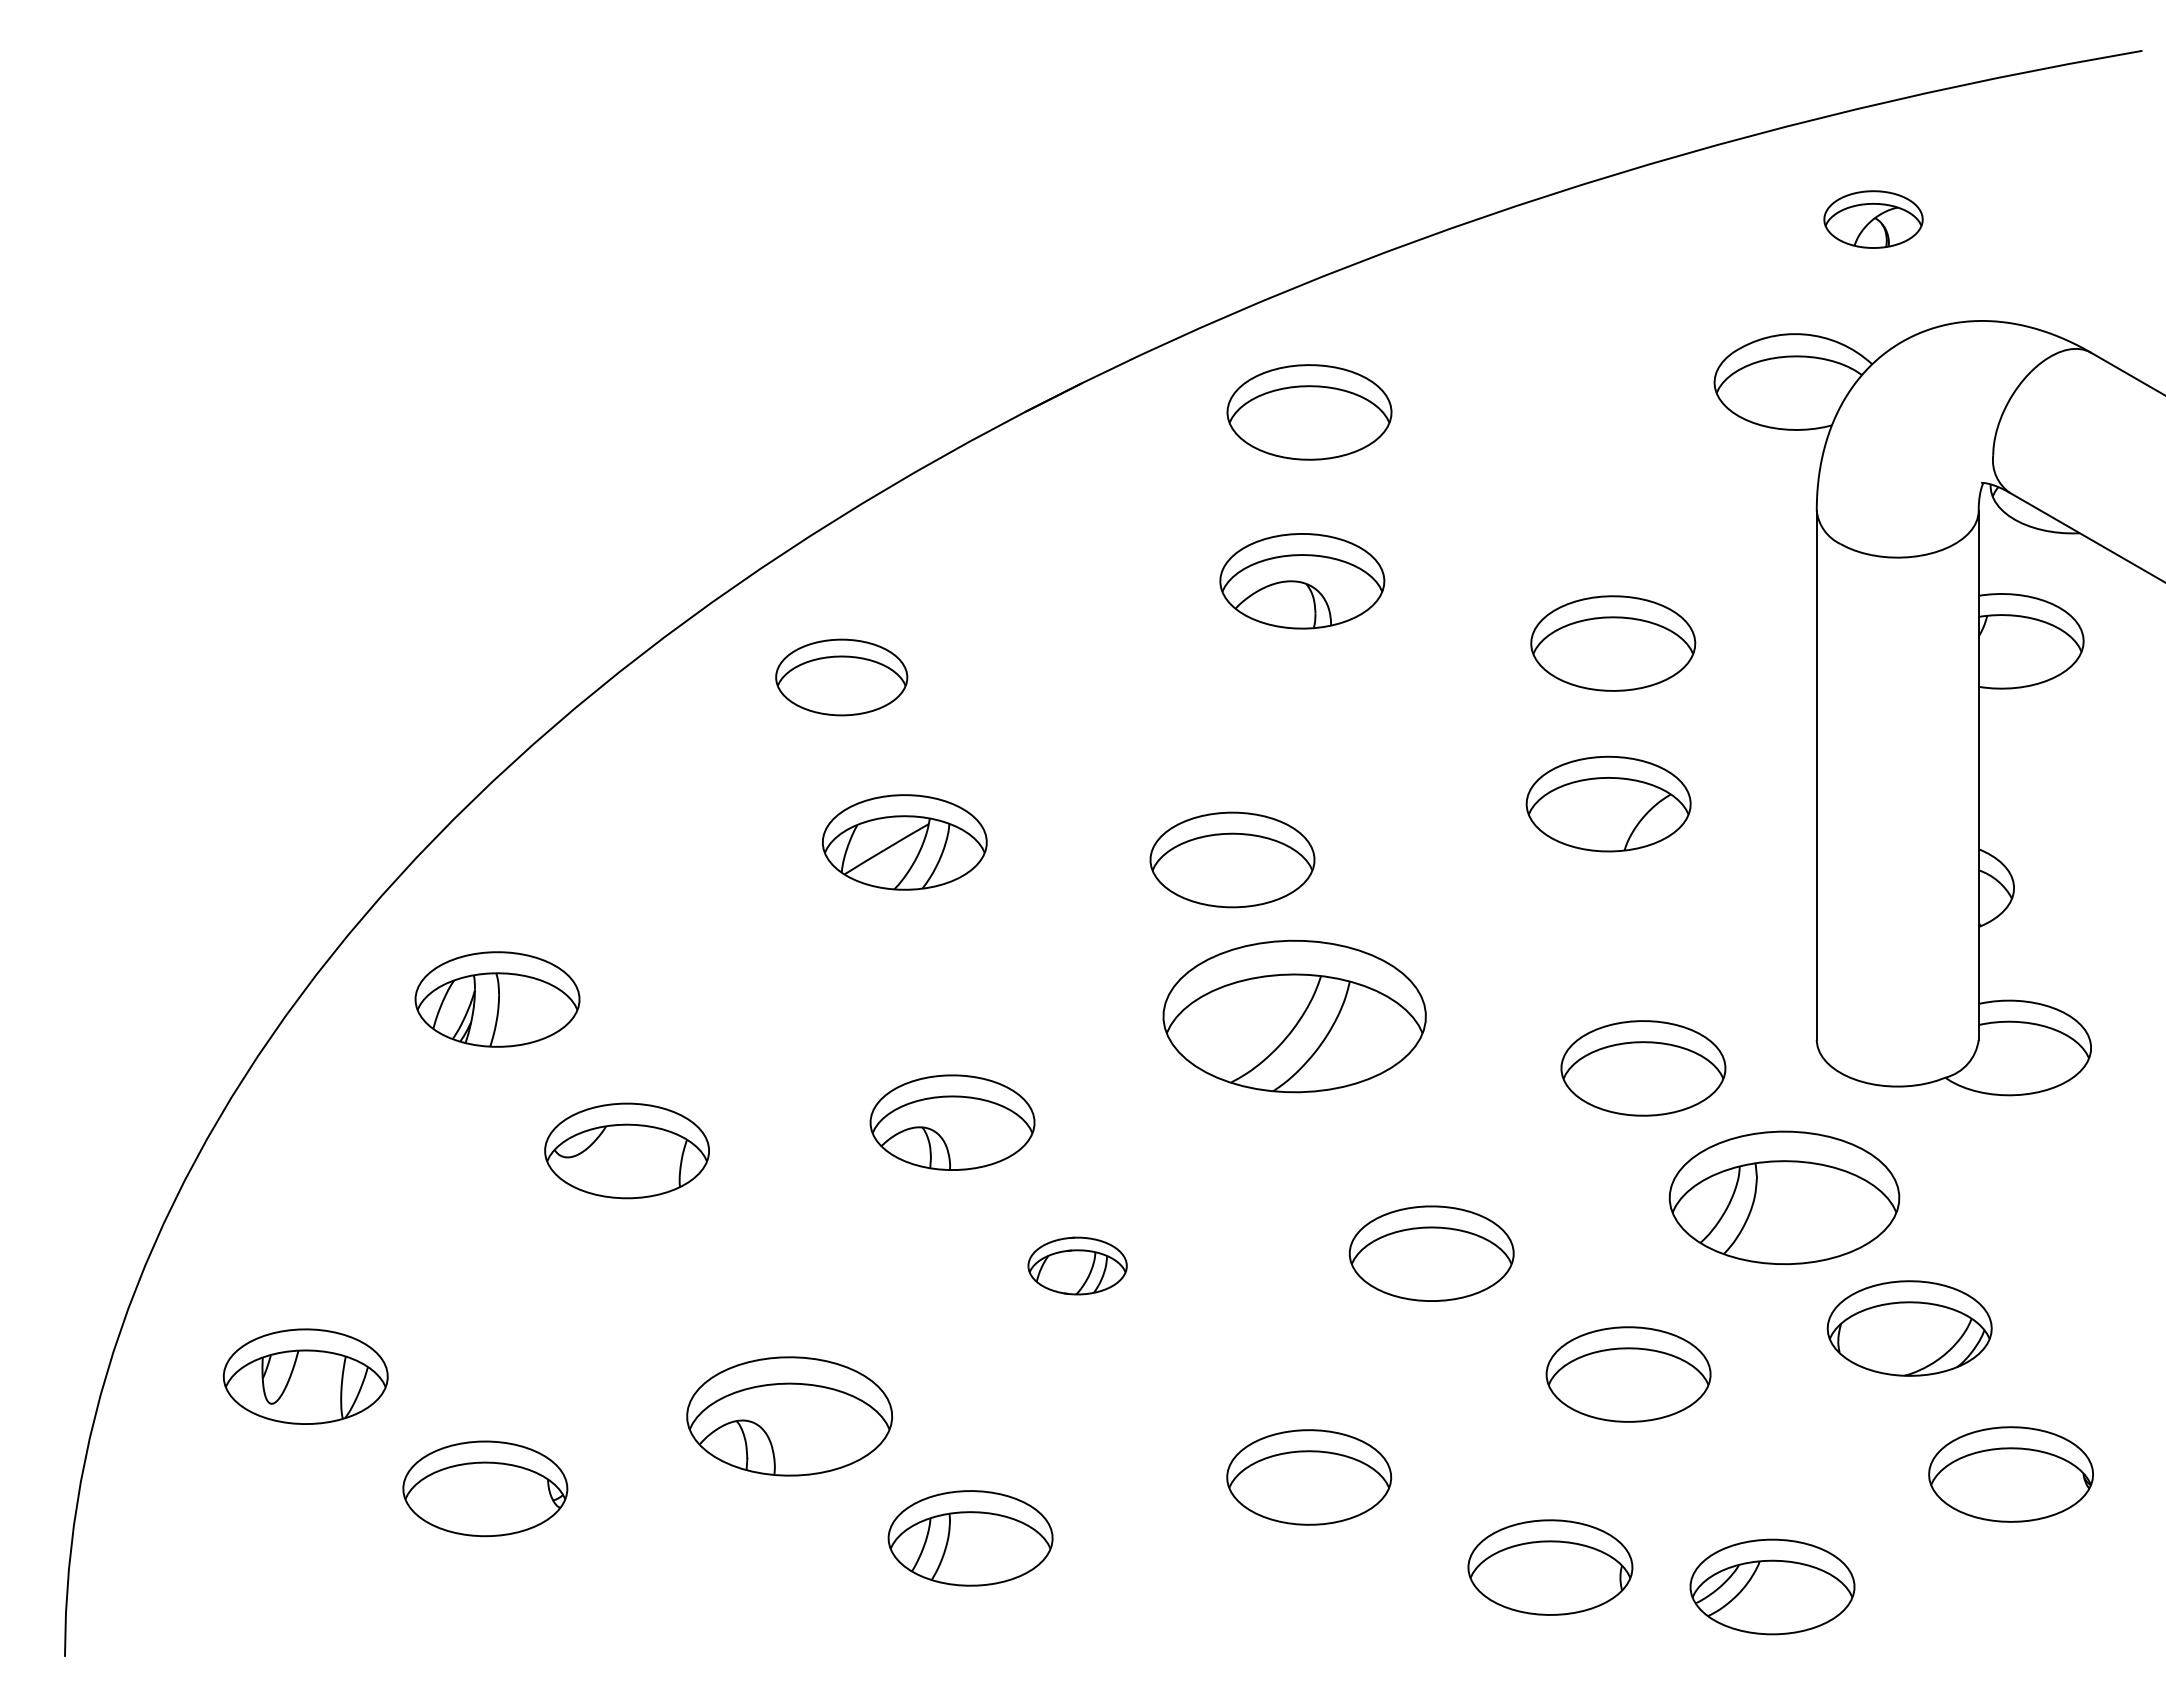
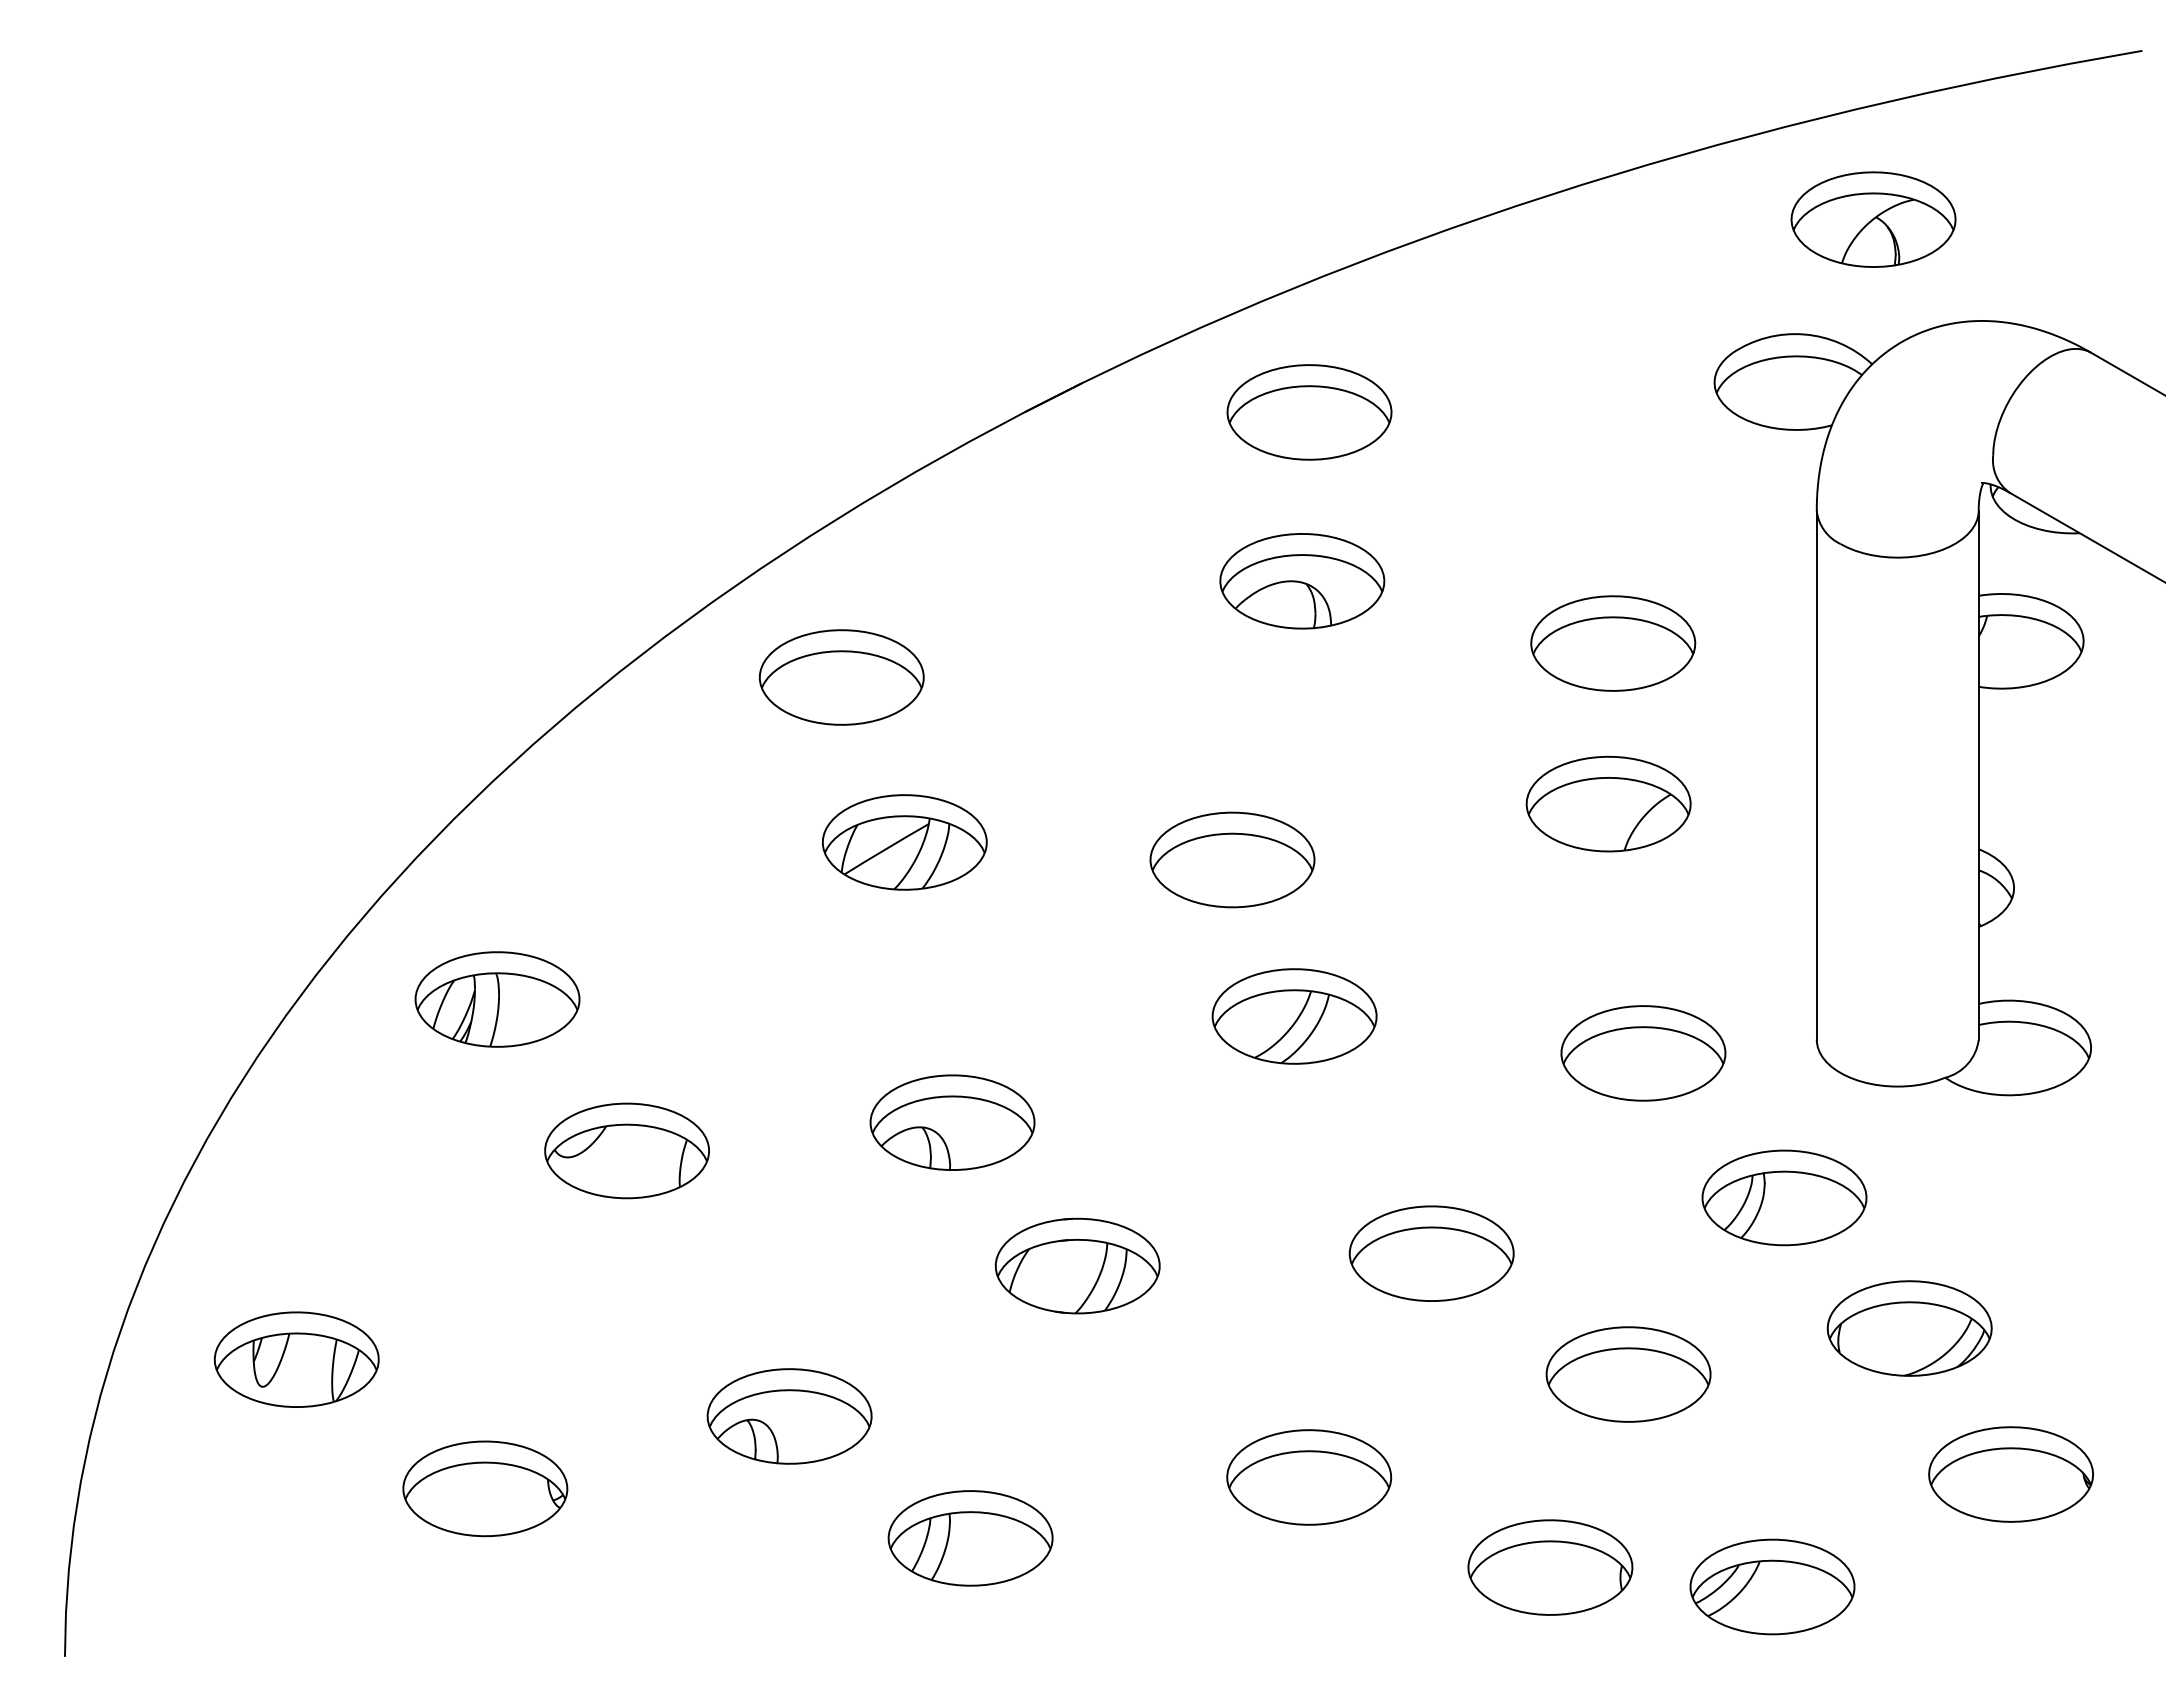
part at (1873, 219) size: 101x59 px -> 167x97 px
part at (841, 677) size: 134x79 px -> 167x97 px
part at (1294, 1016) size: 265x155 px -> 167x97 px
part at (1643, 1068) position: (1643, 1068) -> (1643, 1053)
part at (1784, 1197) size: 233x136 px -> 167x98 px
part at (1077, 1265) size: 101x60 px -> 167x98 px
part at (305, 1376) position: (305, 1376) -> (296, 1359)
part at (789, 1416) size: 208x121 px -> 167x97 px
